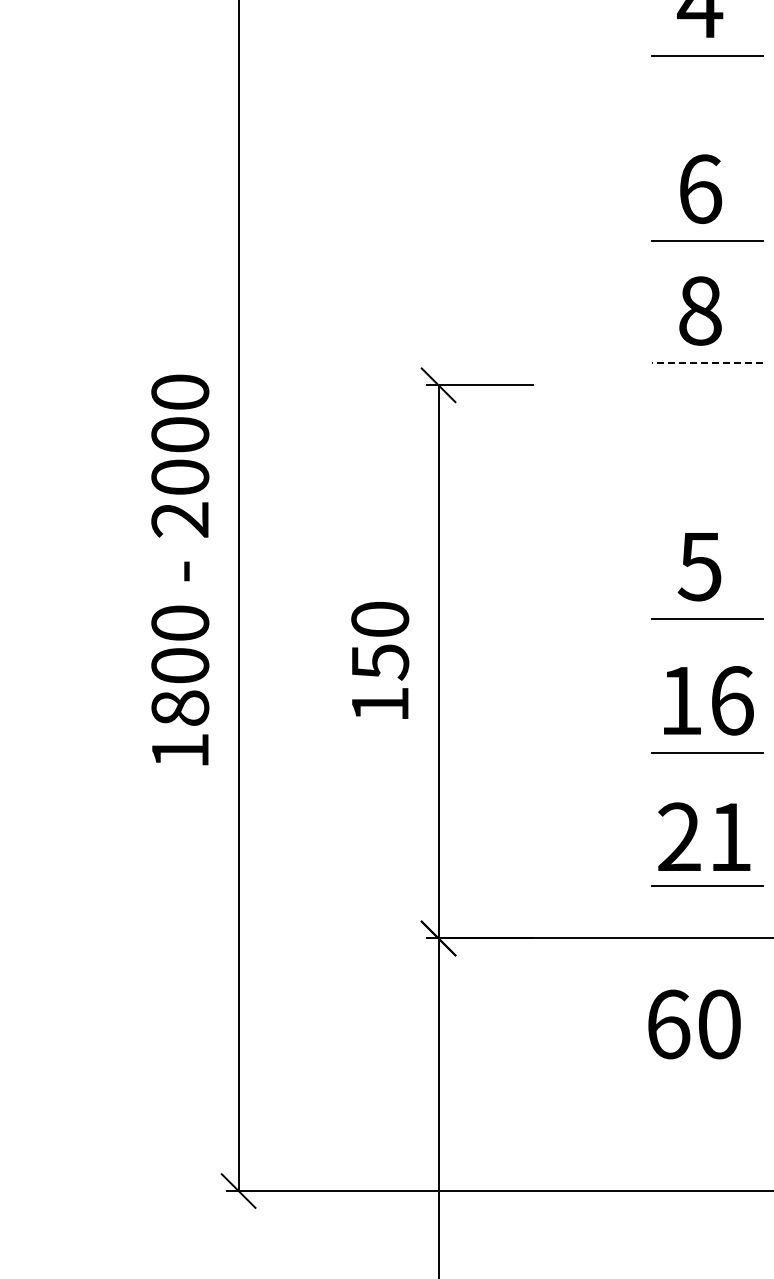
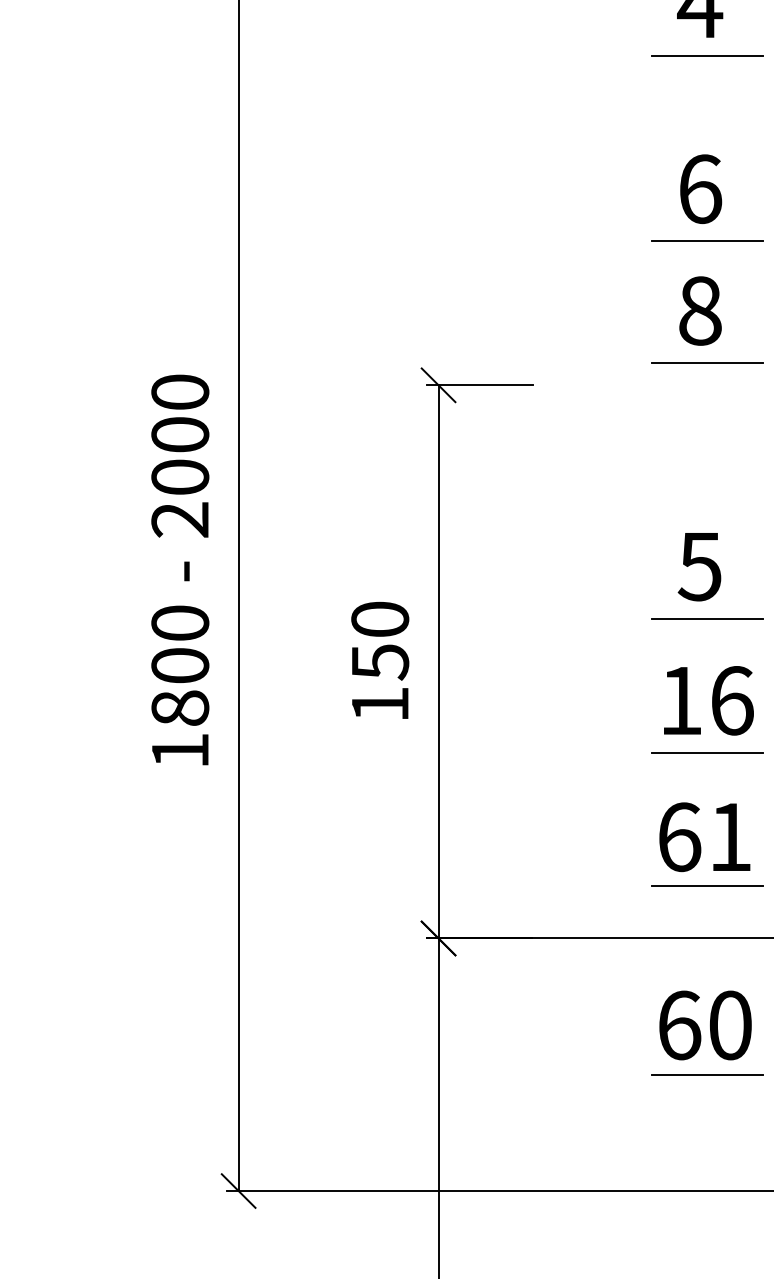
line at (706, 363): dashed -> solid
text at (679, 837): 21 -> 61
text at (694, 1024) position: (694, 1024) -> (705, 1025)
line at (706, 1074): none -> present
